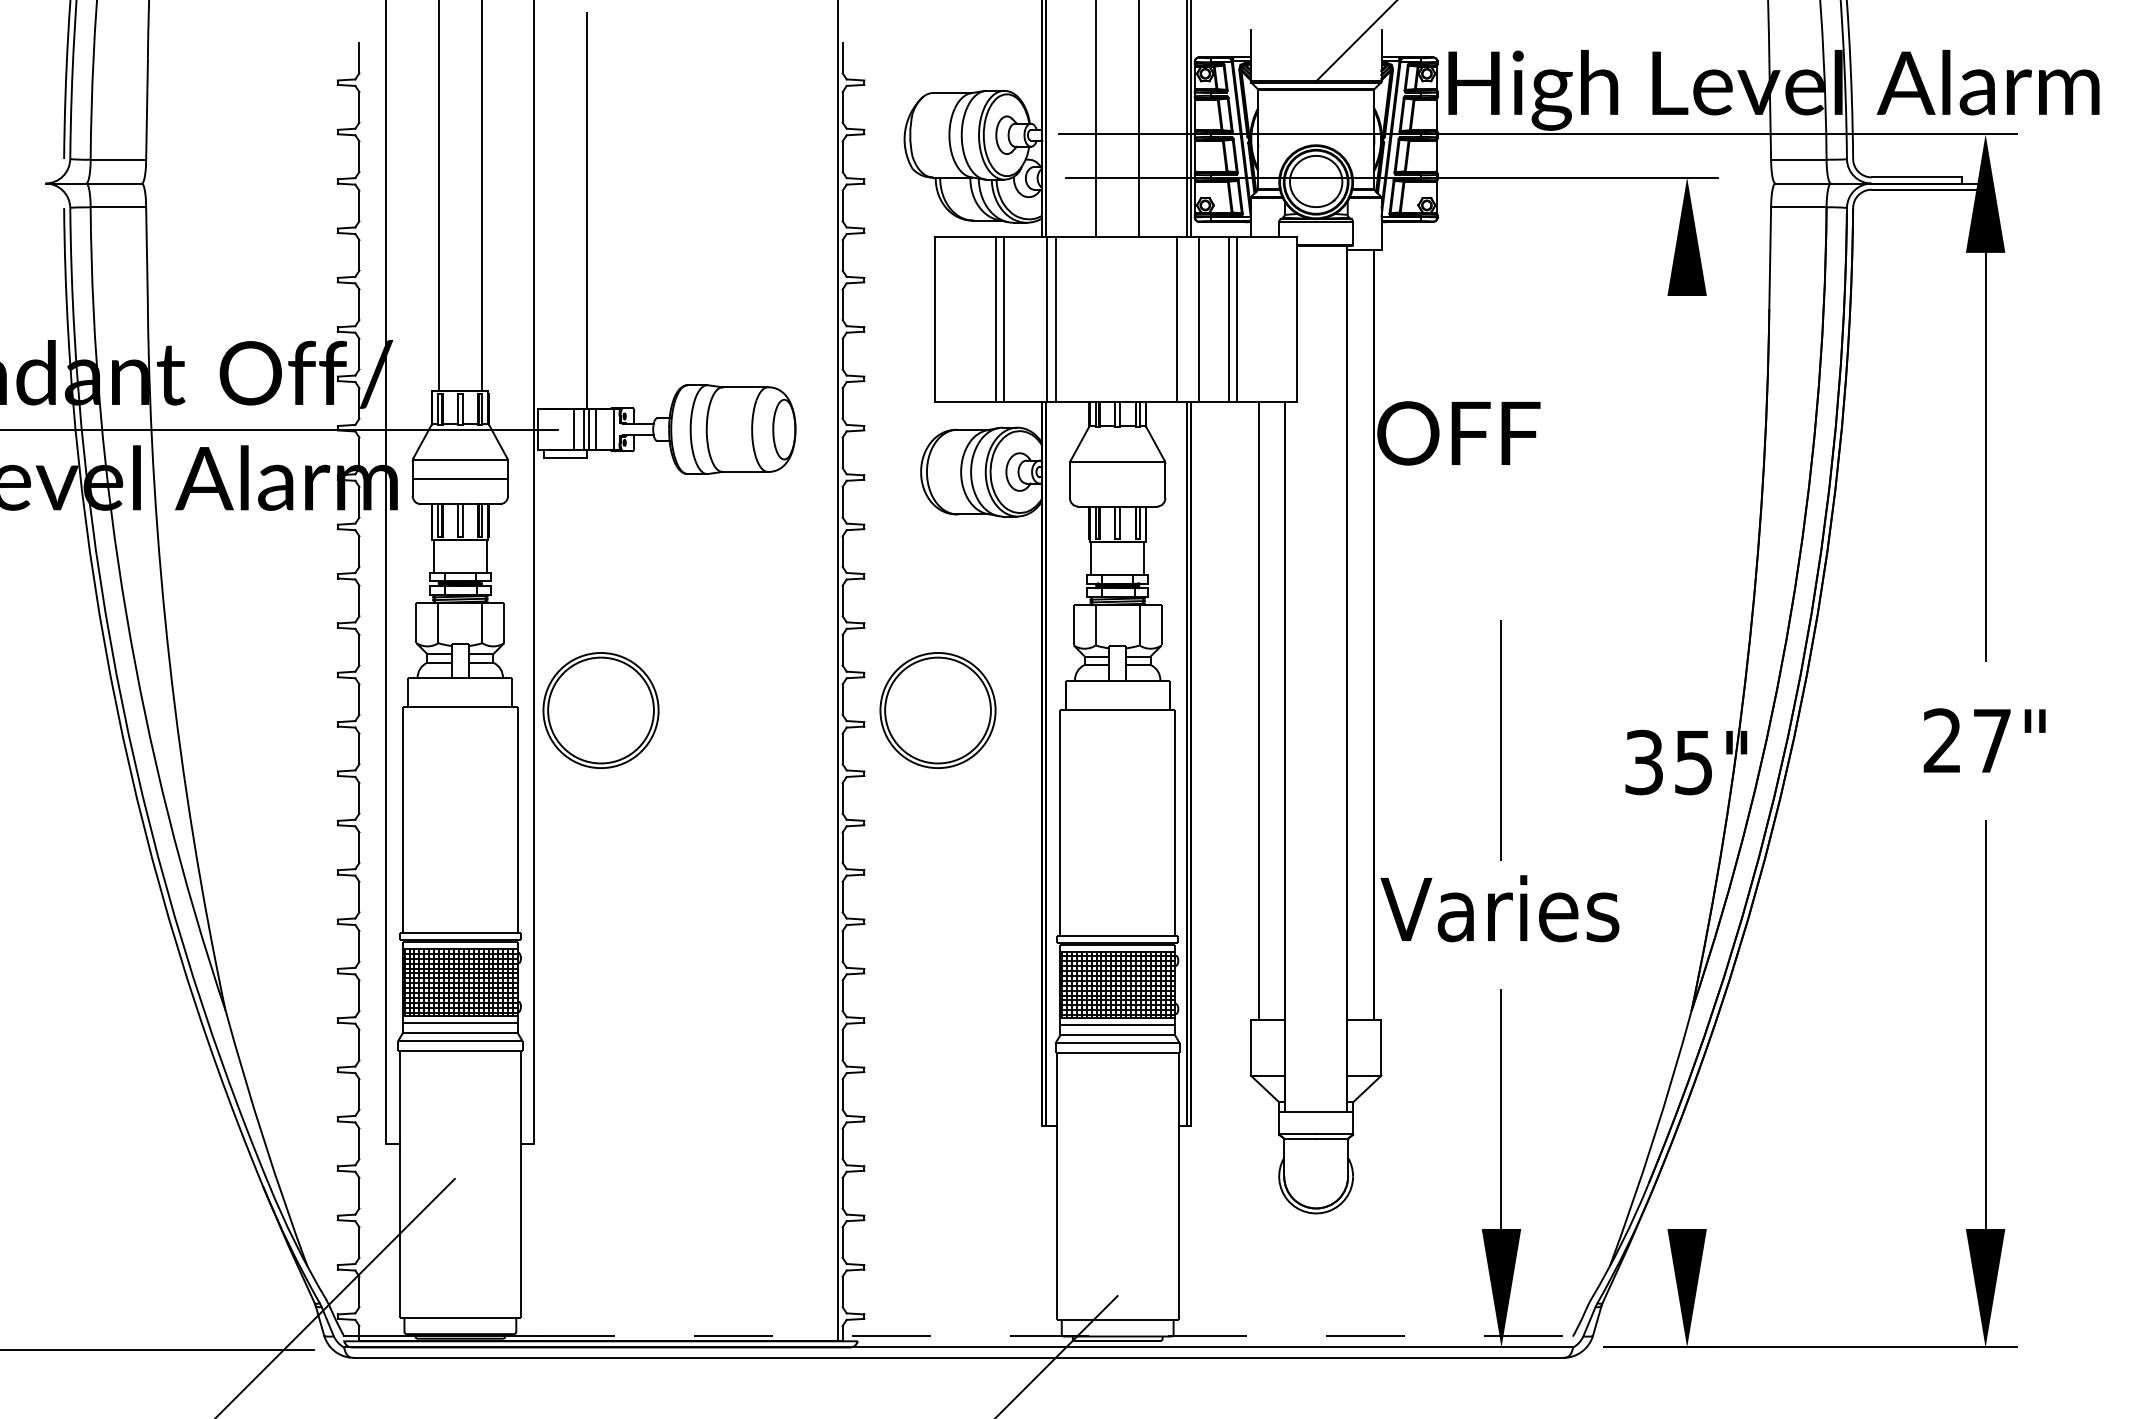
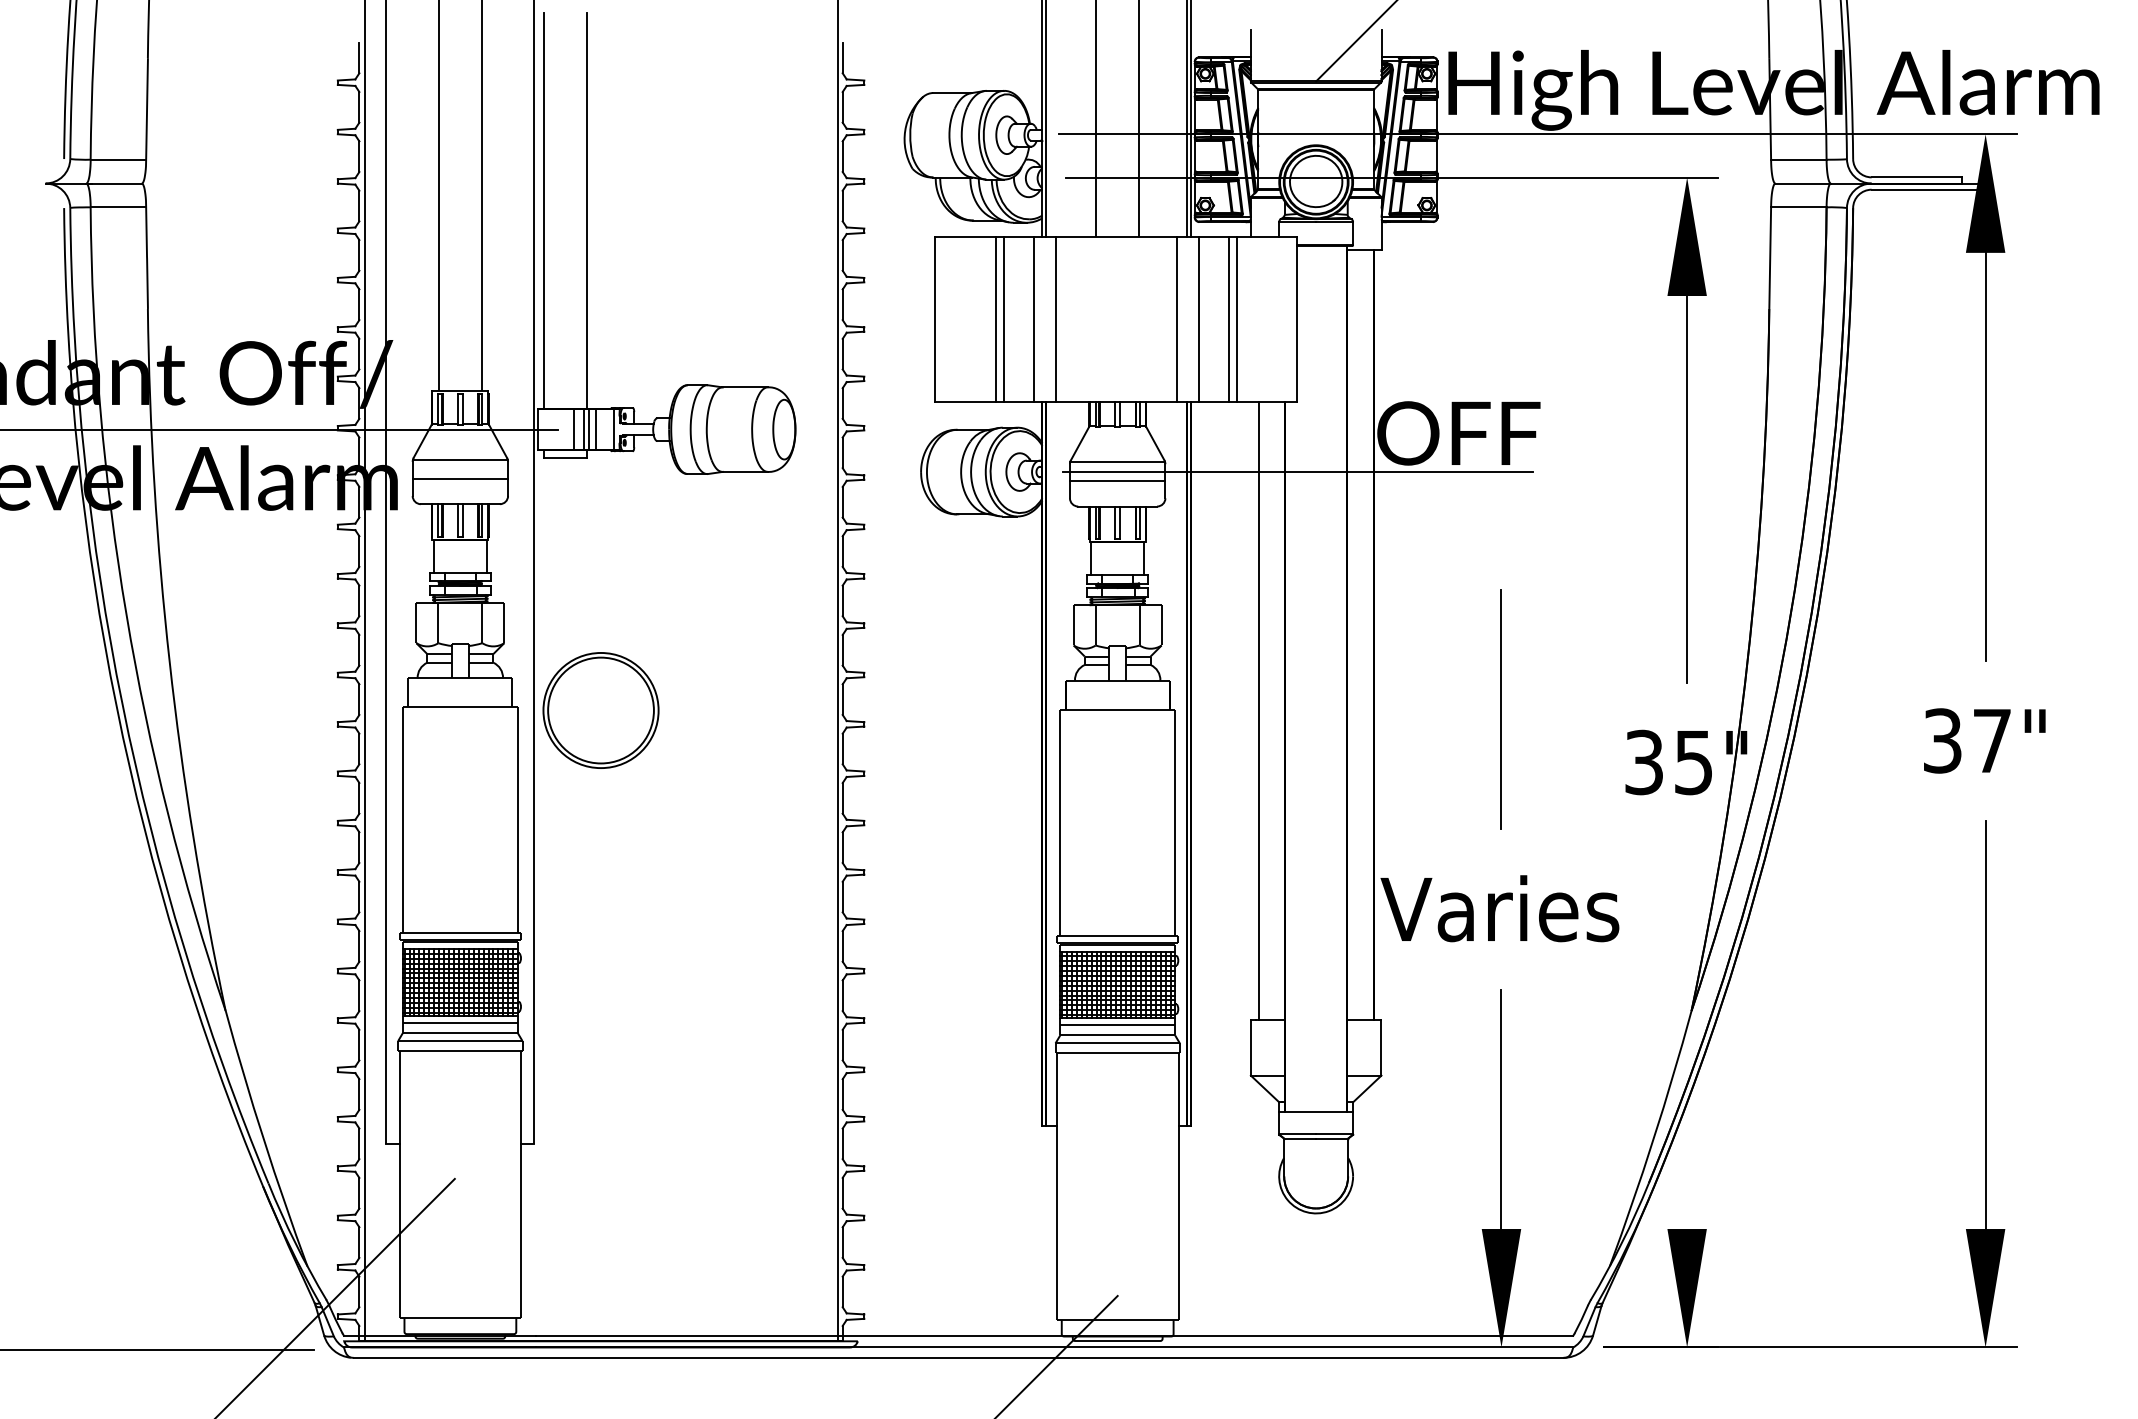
line at (543, 211): none -> present
line at (1047, 319) position: (1047, 319) -> (1034, 319)
line at (1297, 471): none -> present
line at (1117, 481): none -> present
line at (1687, 489): none -> present
line at (364, 671): none -> present
part at (937, 710): present -> none
line at (1500, 740) position: (1500, 740) -> (1500, 709)
text at (1942, 740): 27" -> 37"
line at (1055, 1335): dashed -> solid
